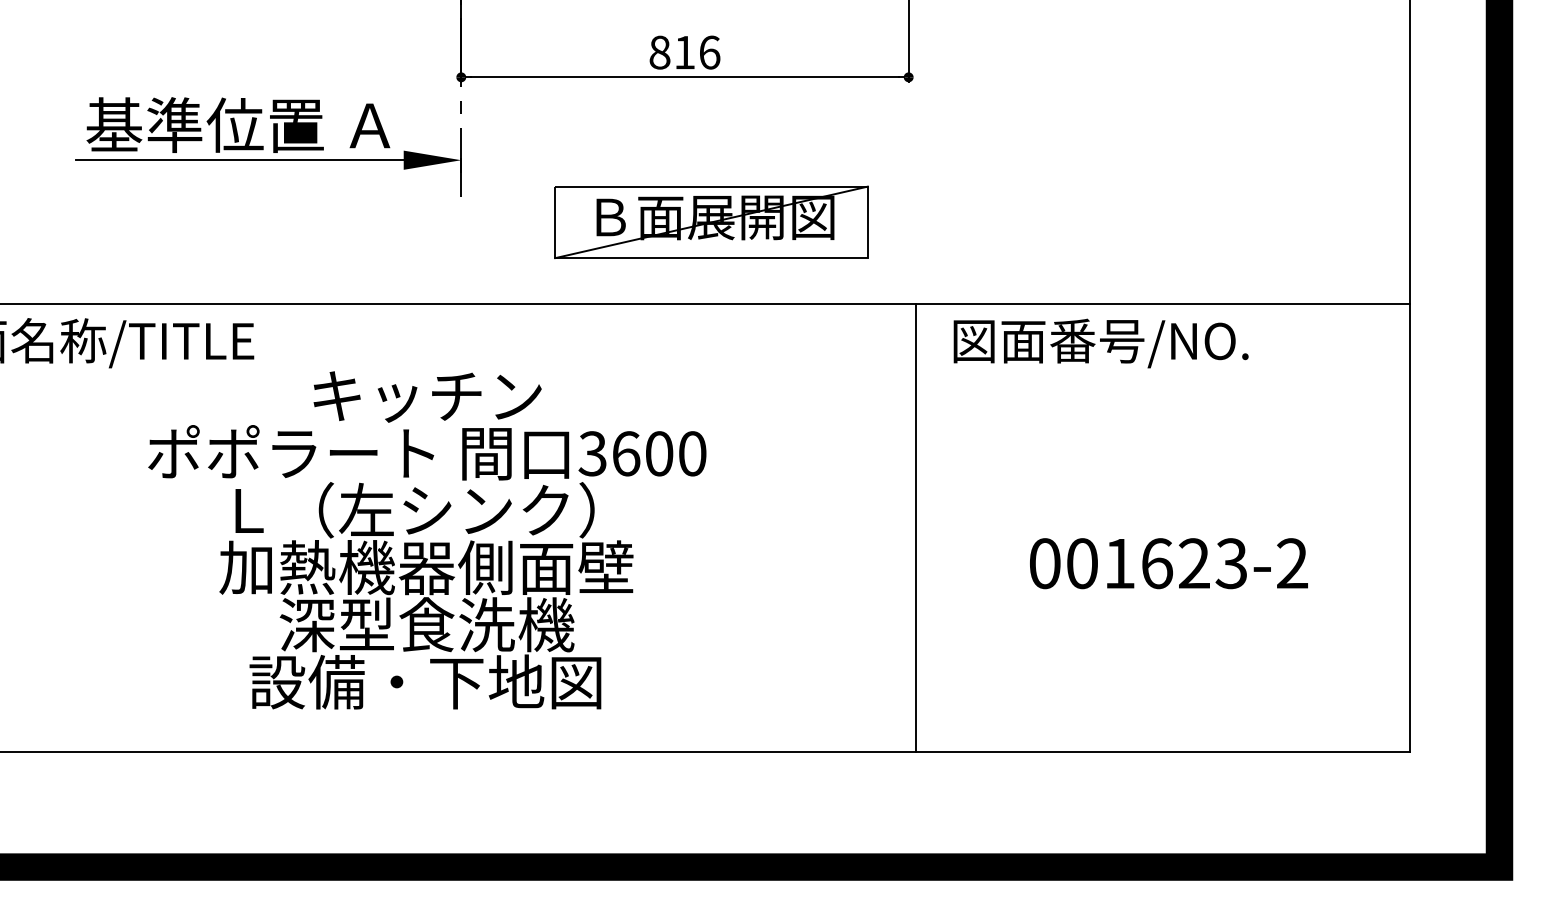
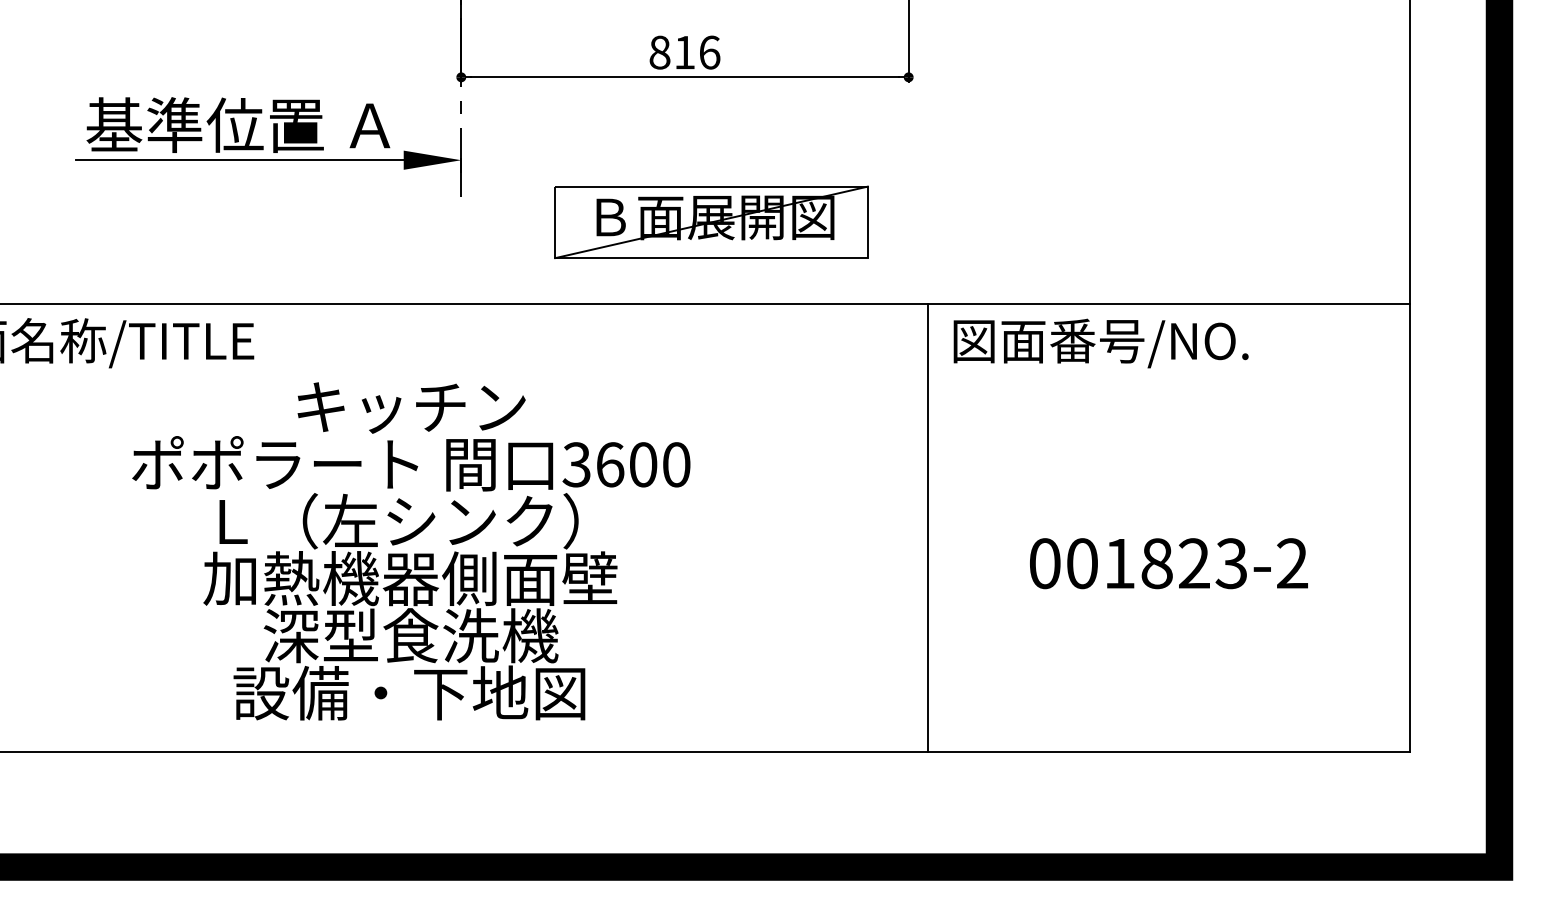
line at (915, 527) position: (915, 527) -> (927, 527)
text at (427, 540) position: (427, 540) -> (411, 551)
text at (1156, 563): 001623-2 -> 001823-2
